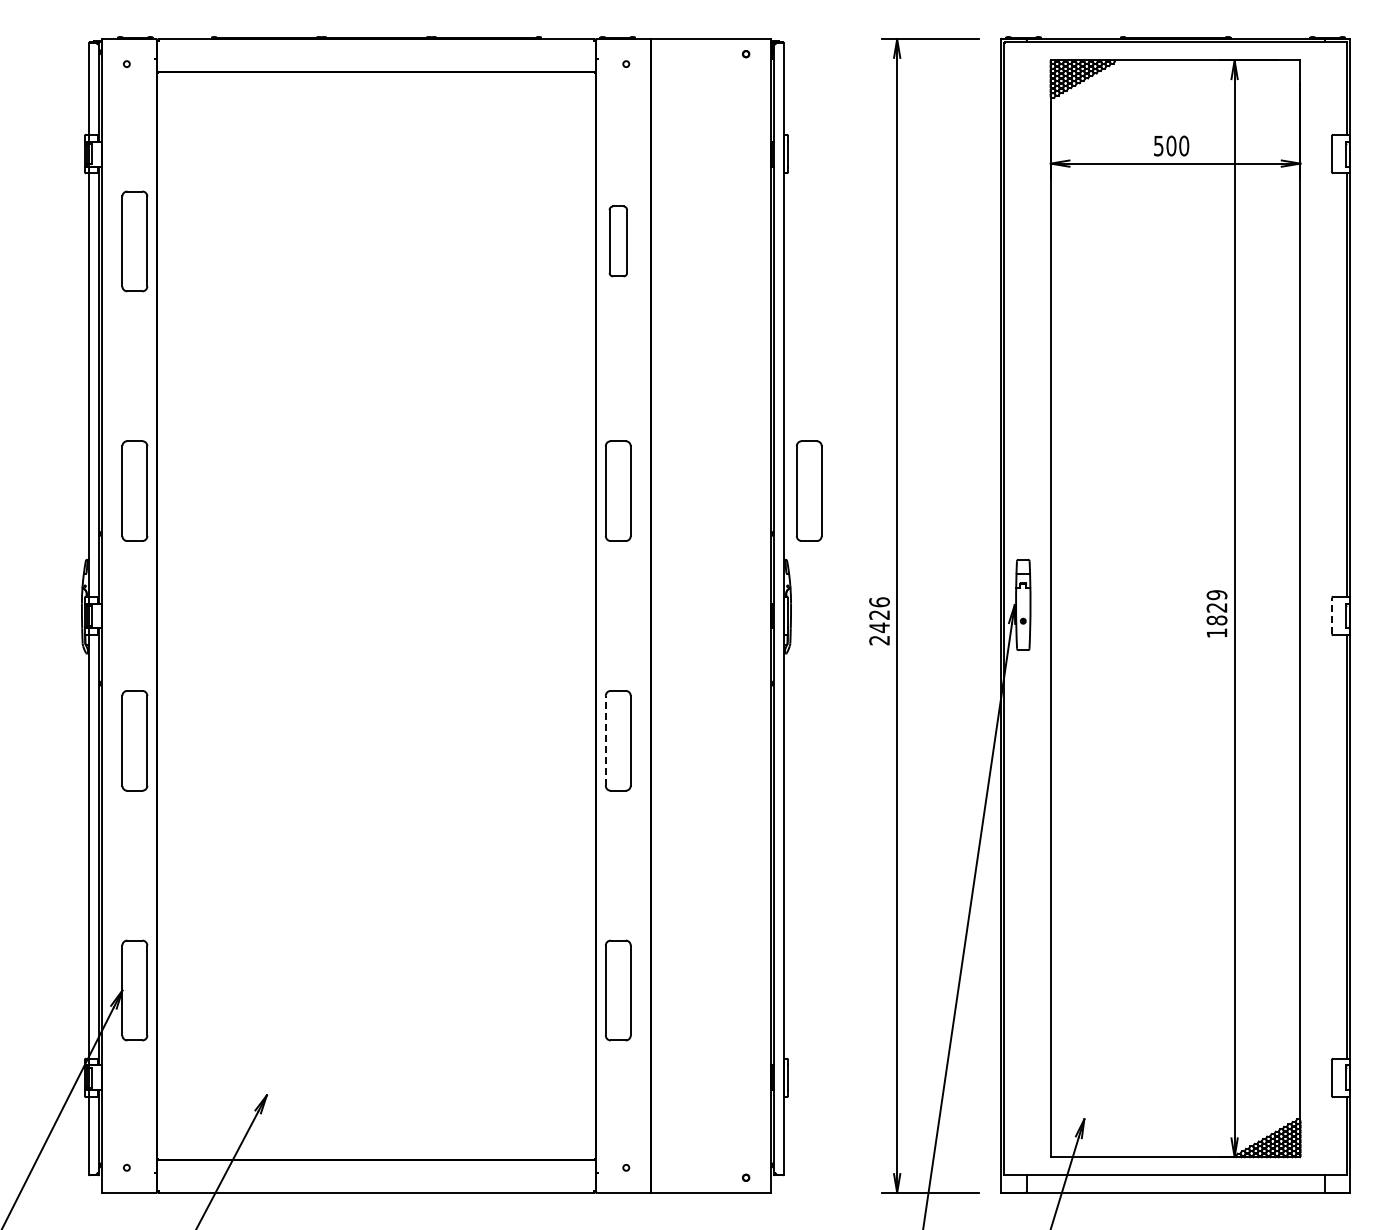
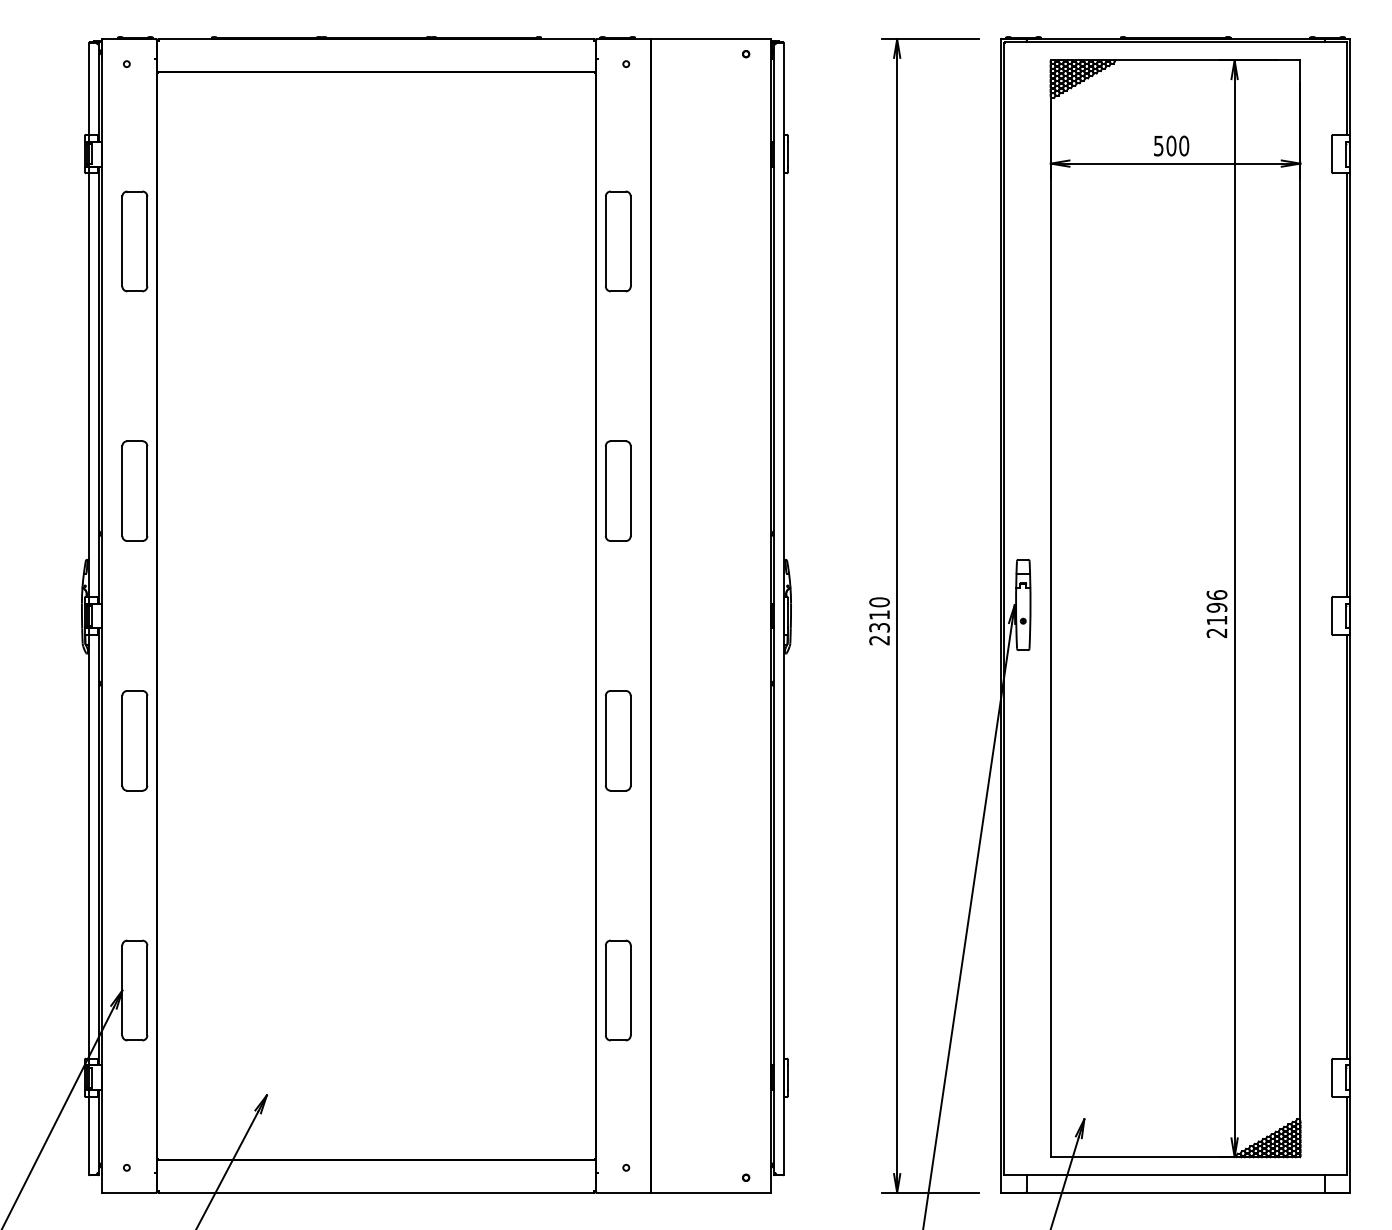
part at (617, 241) size: 20x73 px -> 27x103 px
part at (809, 490): present -> none
text at (1216, 614): 1829 -> 2196
text at (879, 615): 2426 -> 2310
line at (1332, 615): dashed -> solid
line at (605, 740): dashed -> solid
